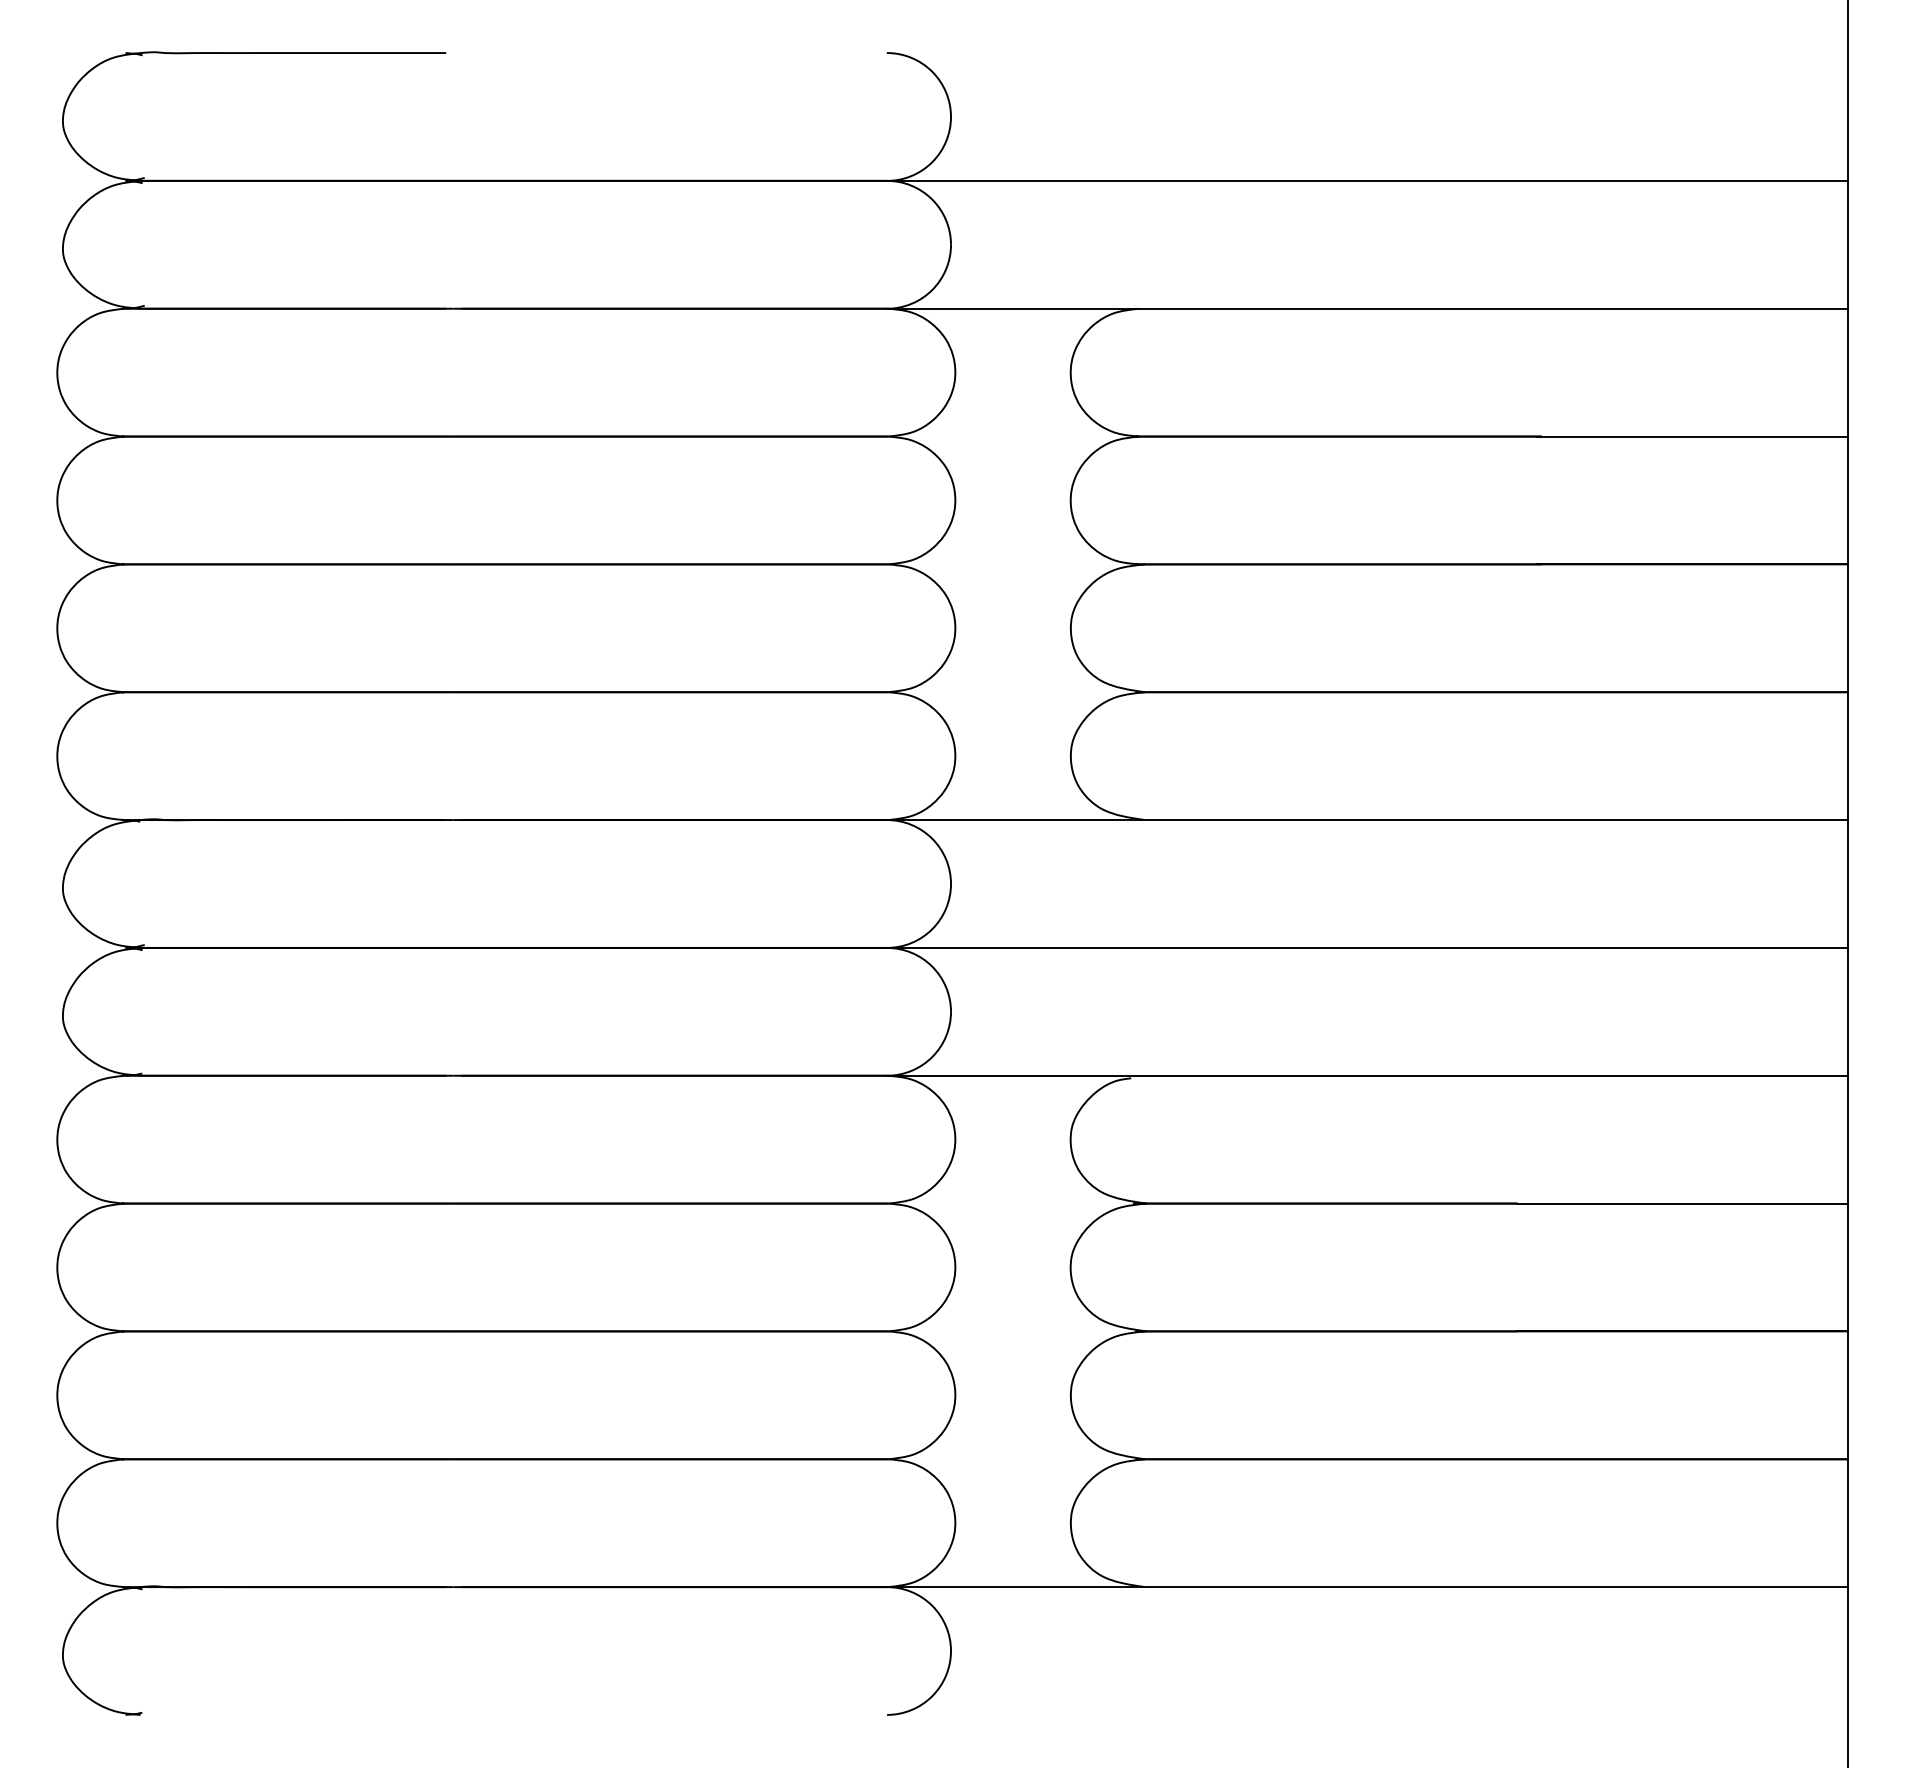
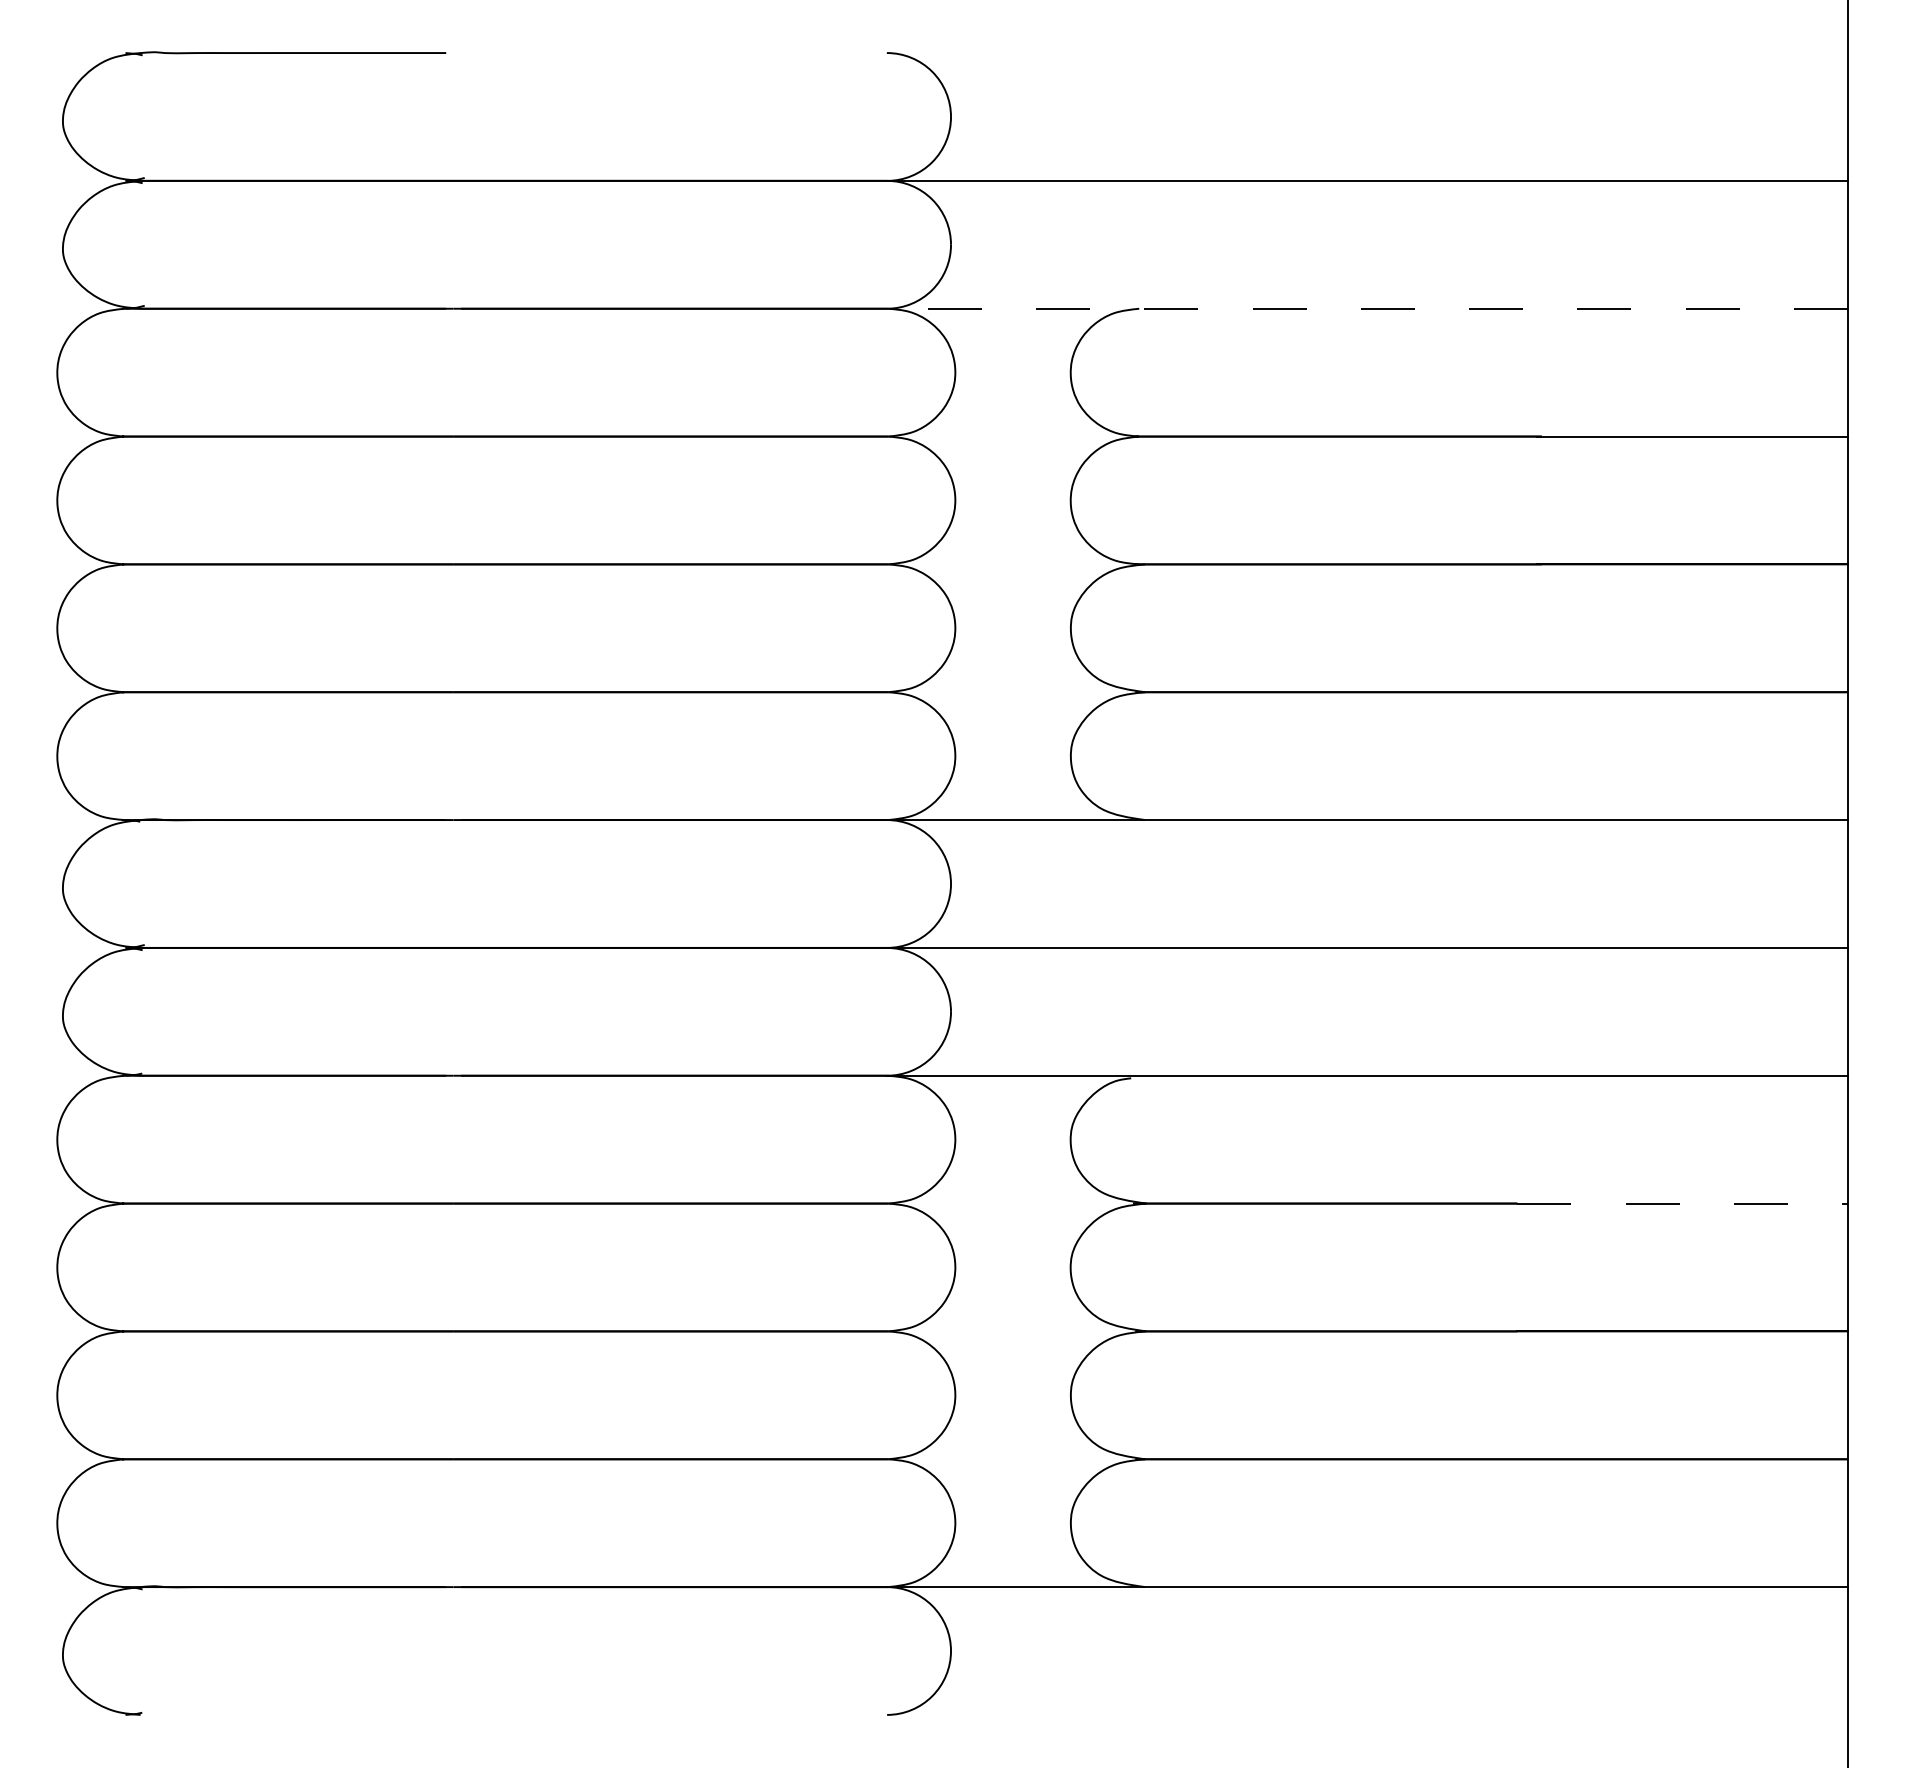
line at (1366, 308): solid -> dashed
line at (1683, 1203): solid -> dashed
